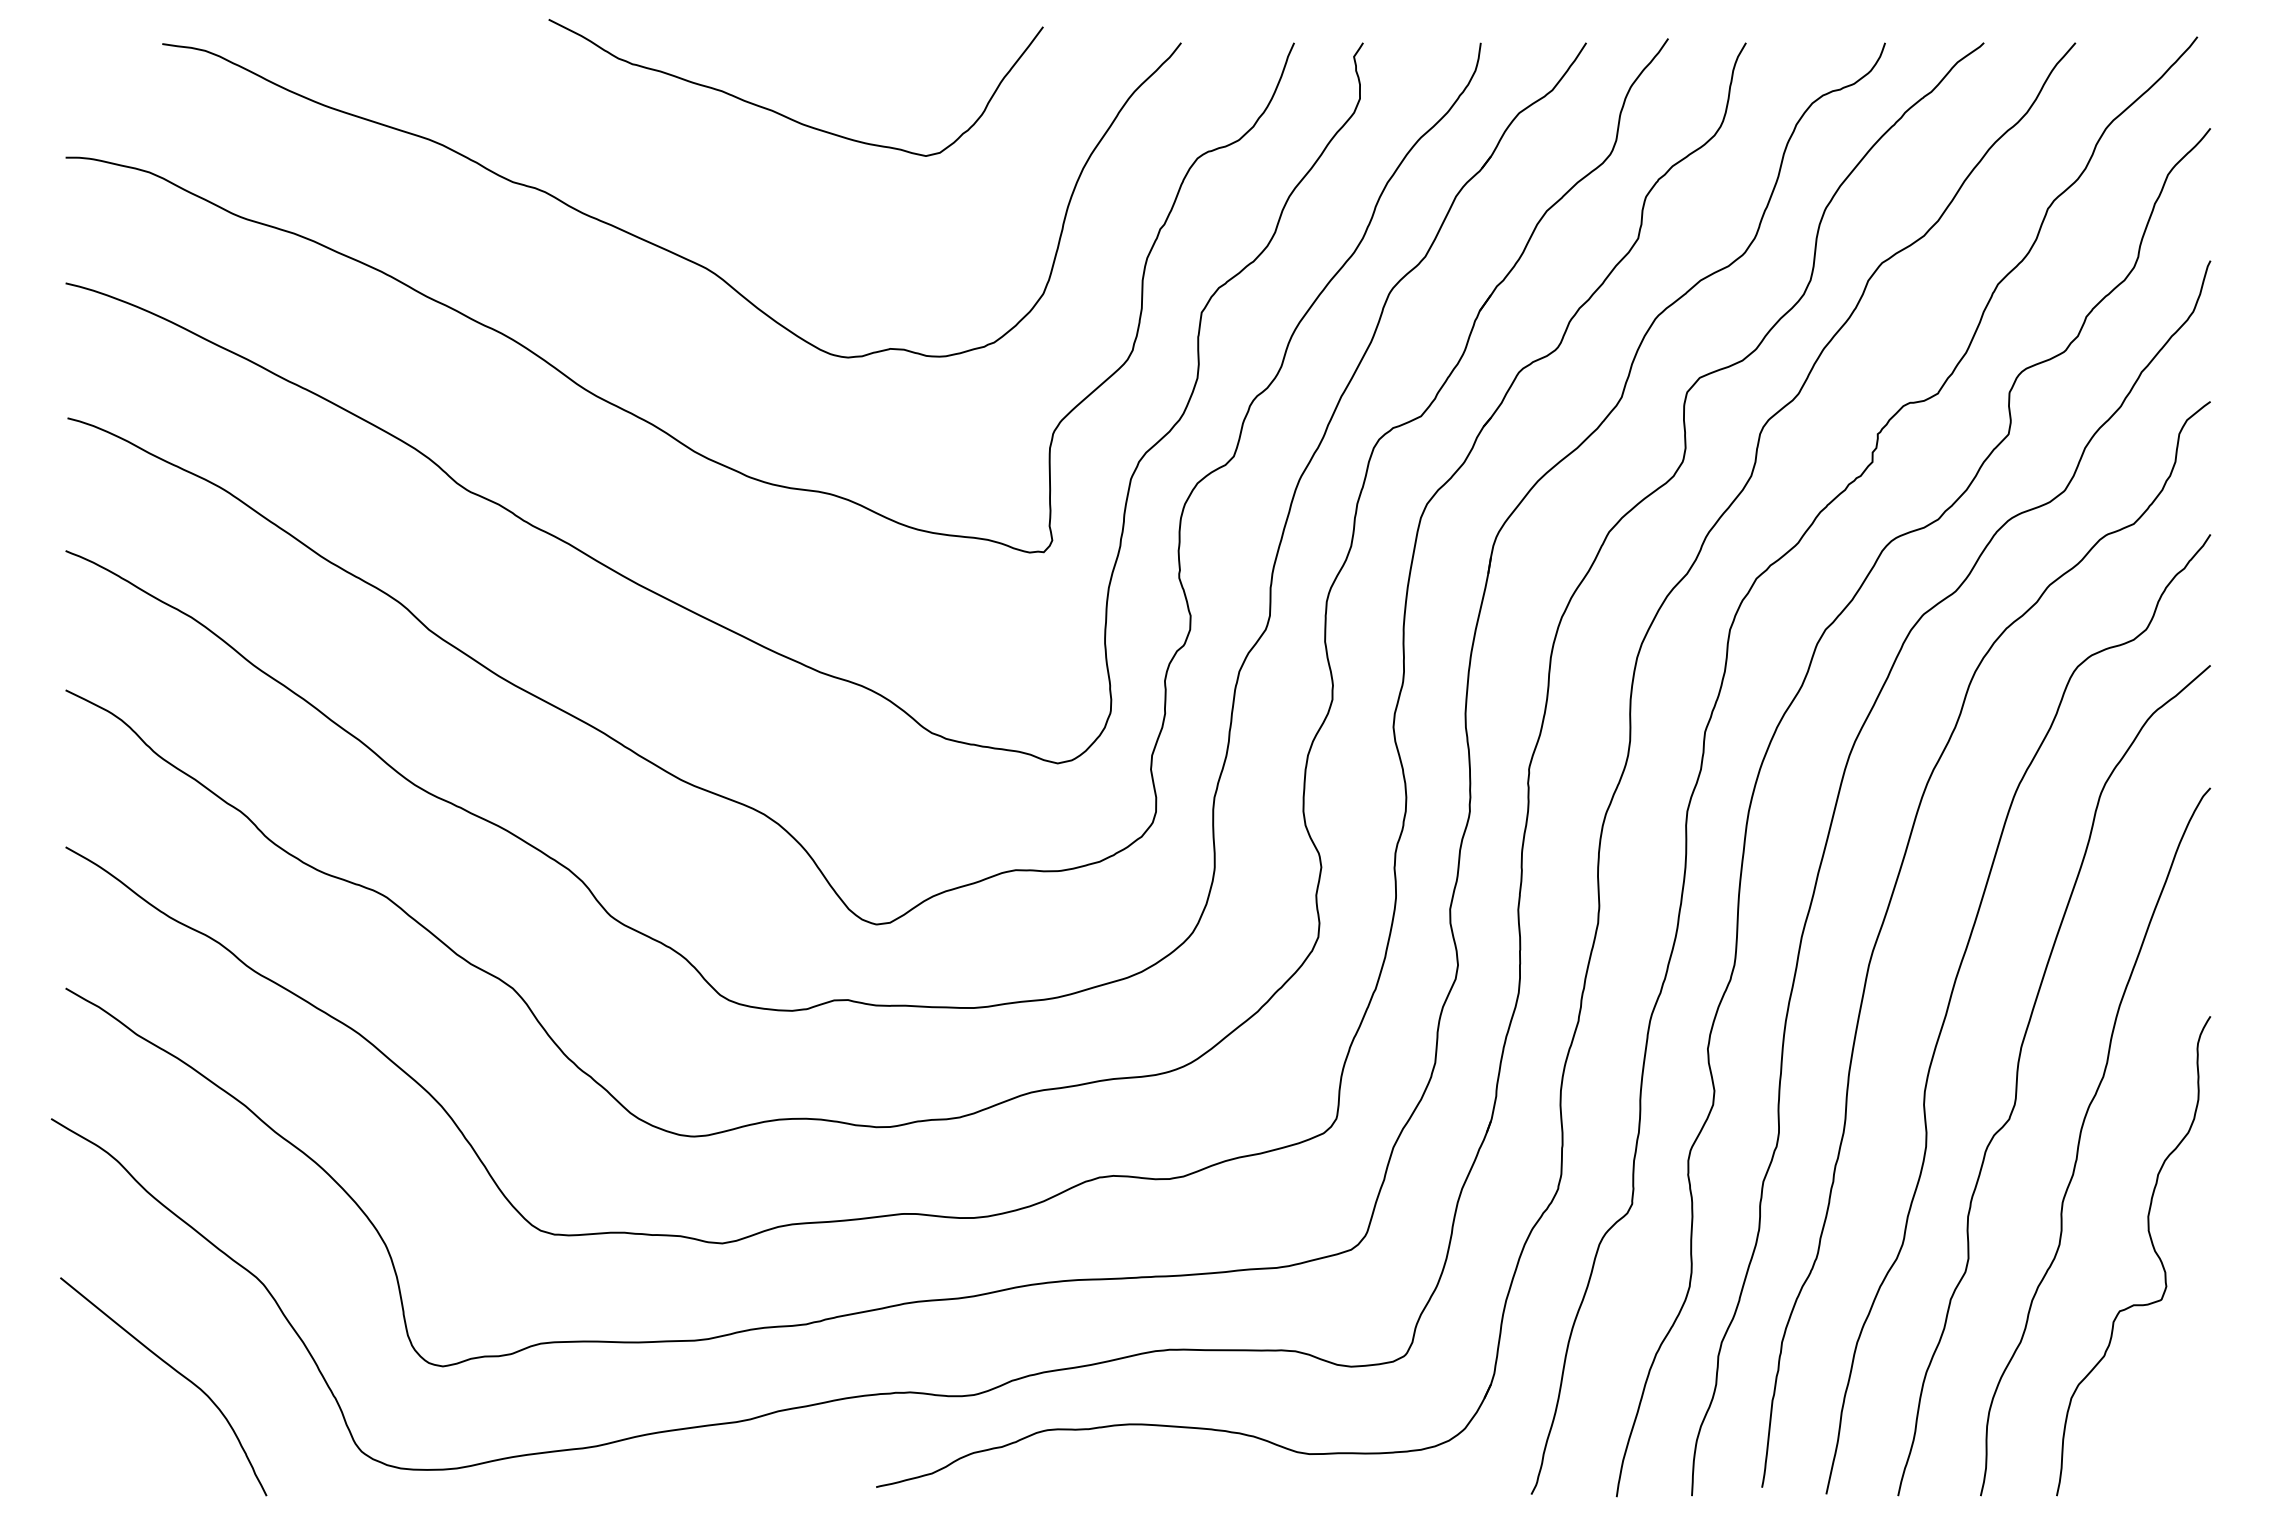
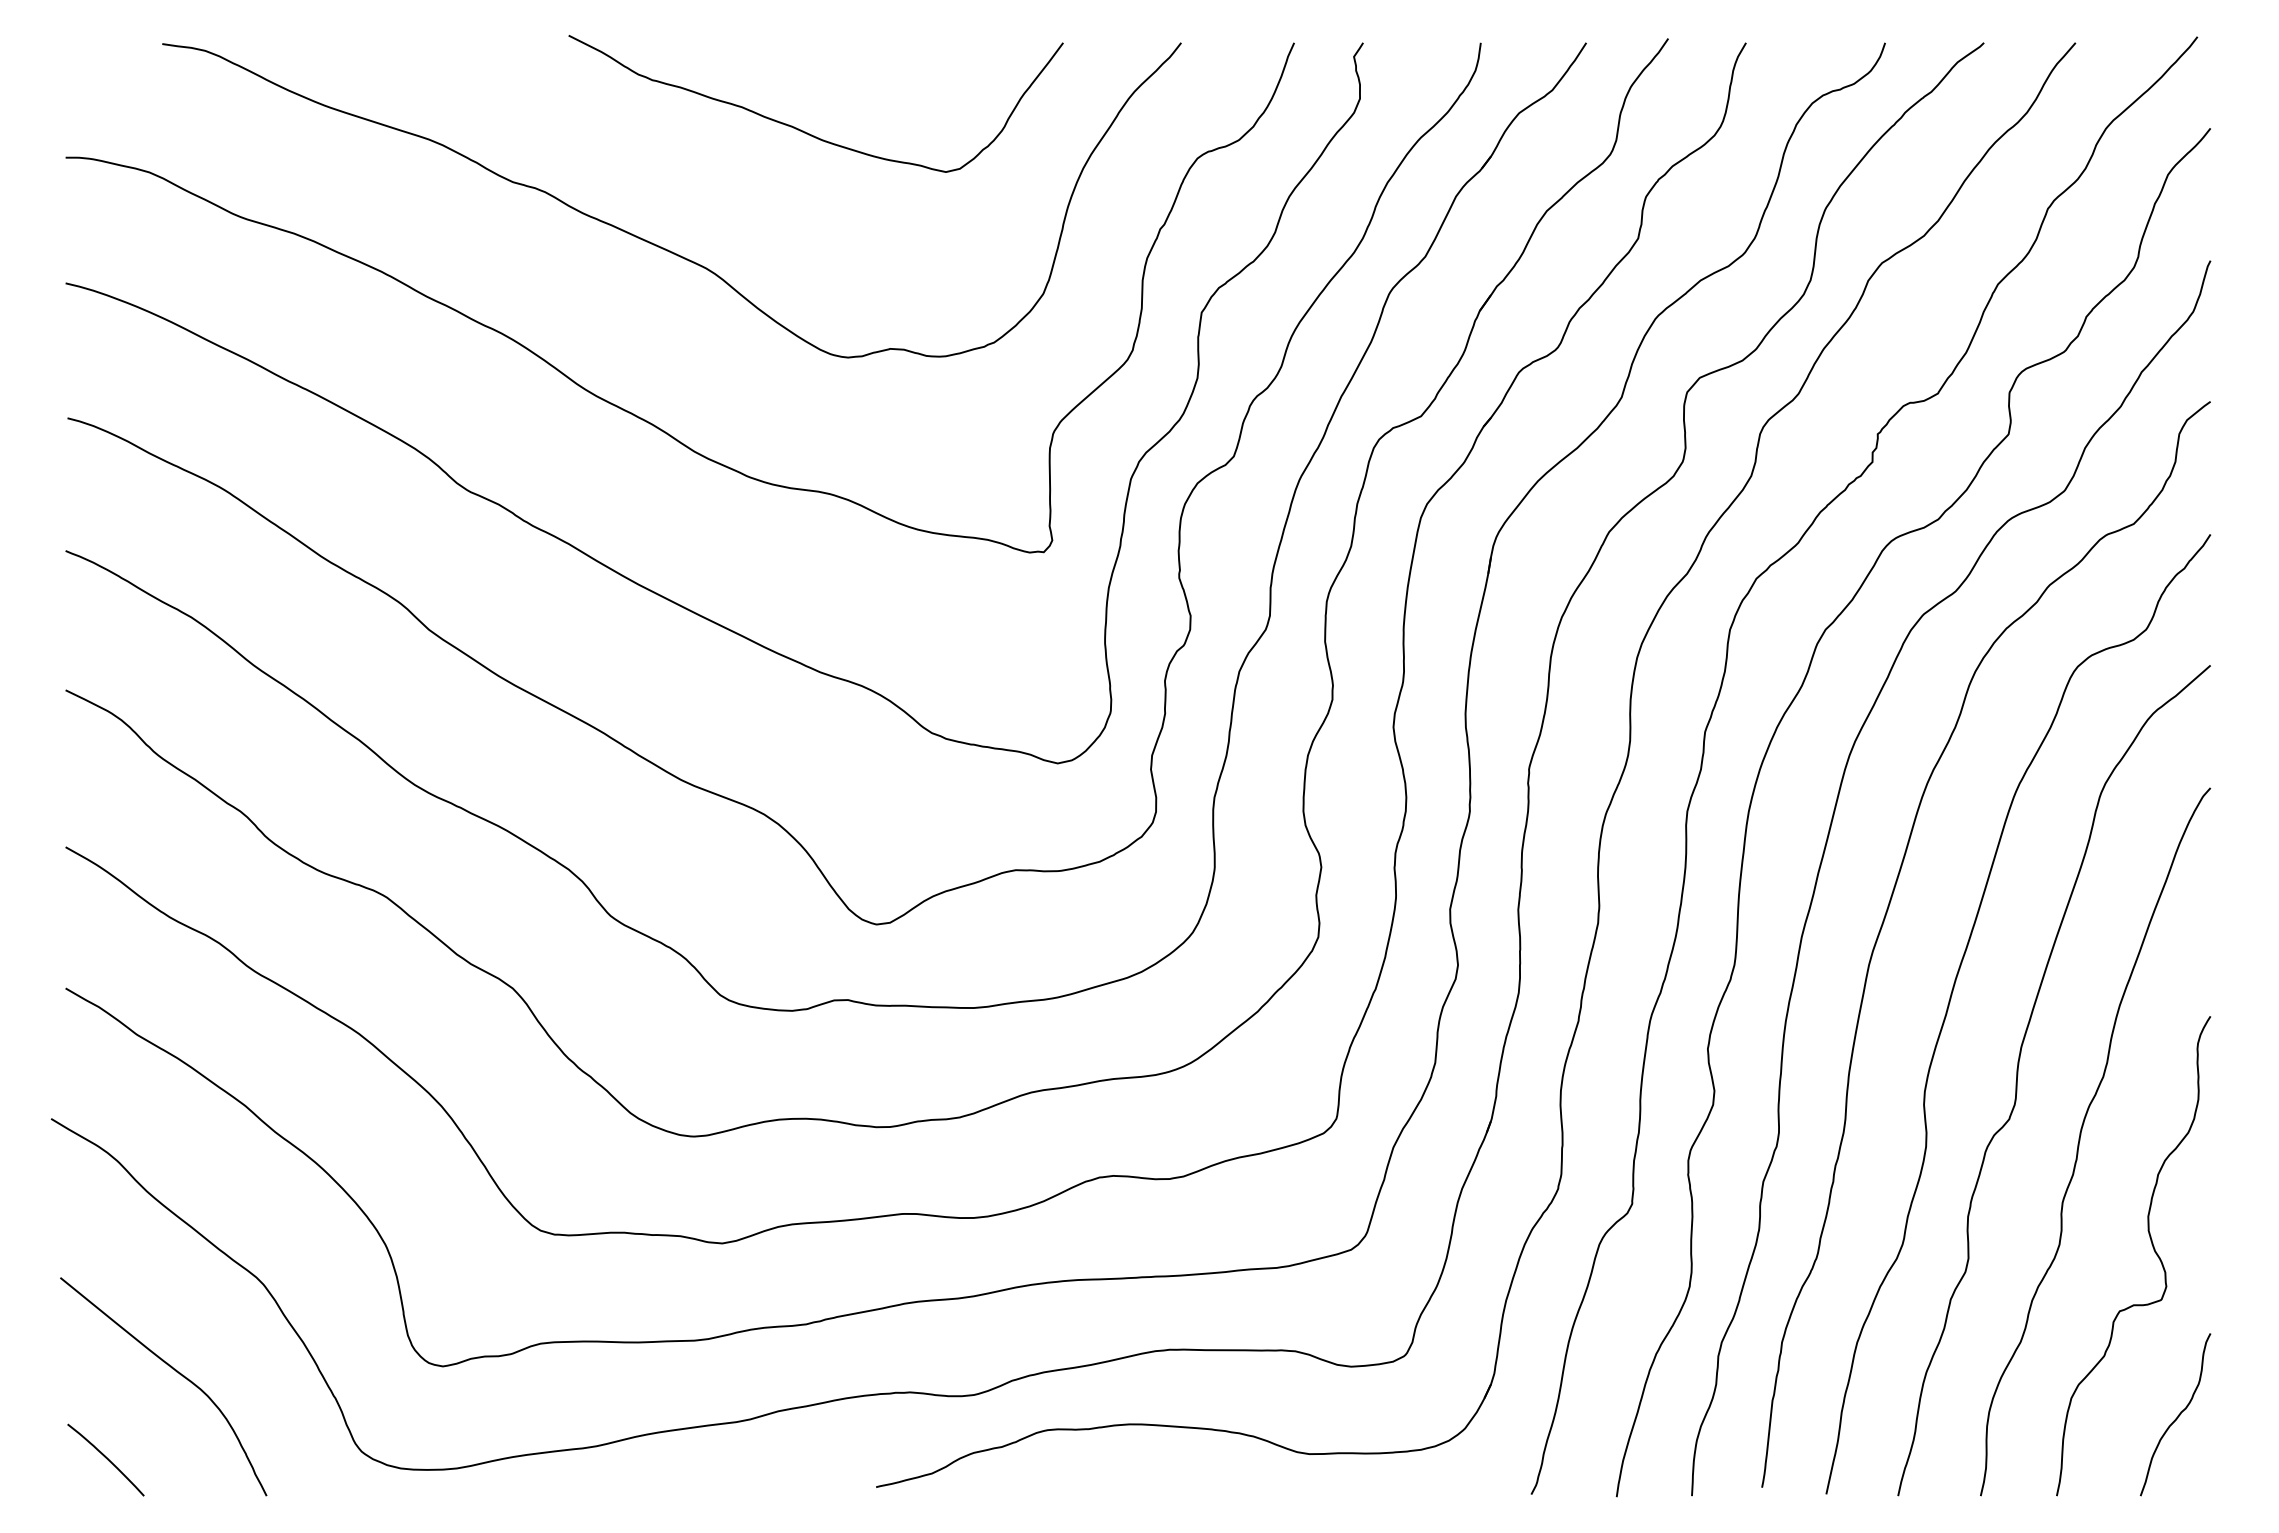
curve at (781, 113) position: (781, 113) -> (801, 129)
curve at (2177, 1415): none -> present
curve at (105, 1458): none -> present
